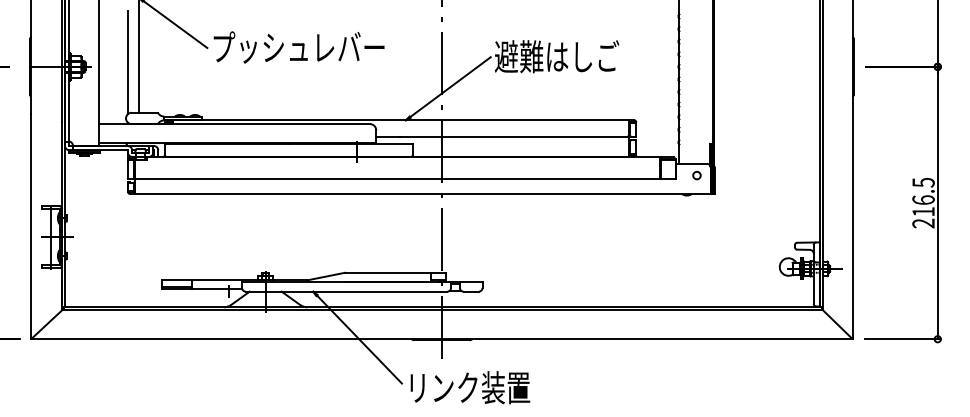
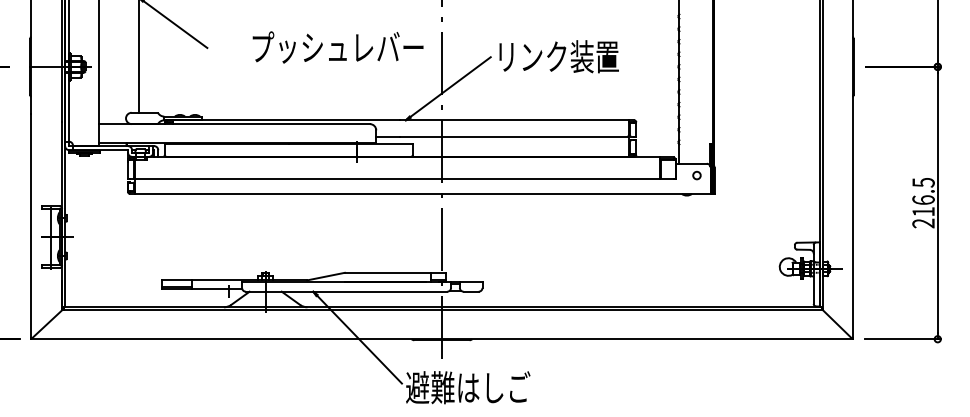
text at (298, 47) position: (298, 47) -> (337, 47)
text at (556, 56): 避難はしご -> リンク装置
line at (127, 62): present -> none
text at (468, 387): リンク装置 -> 避難はしご
